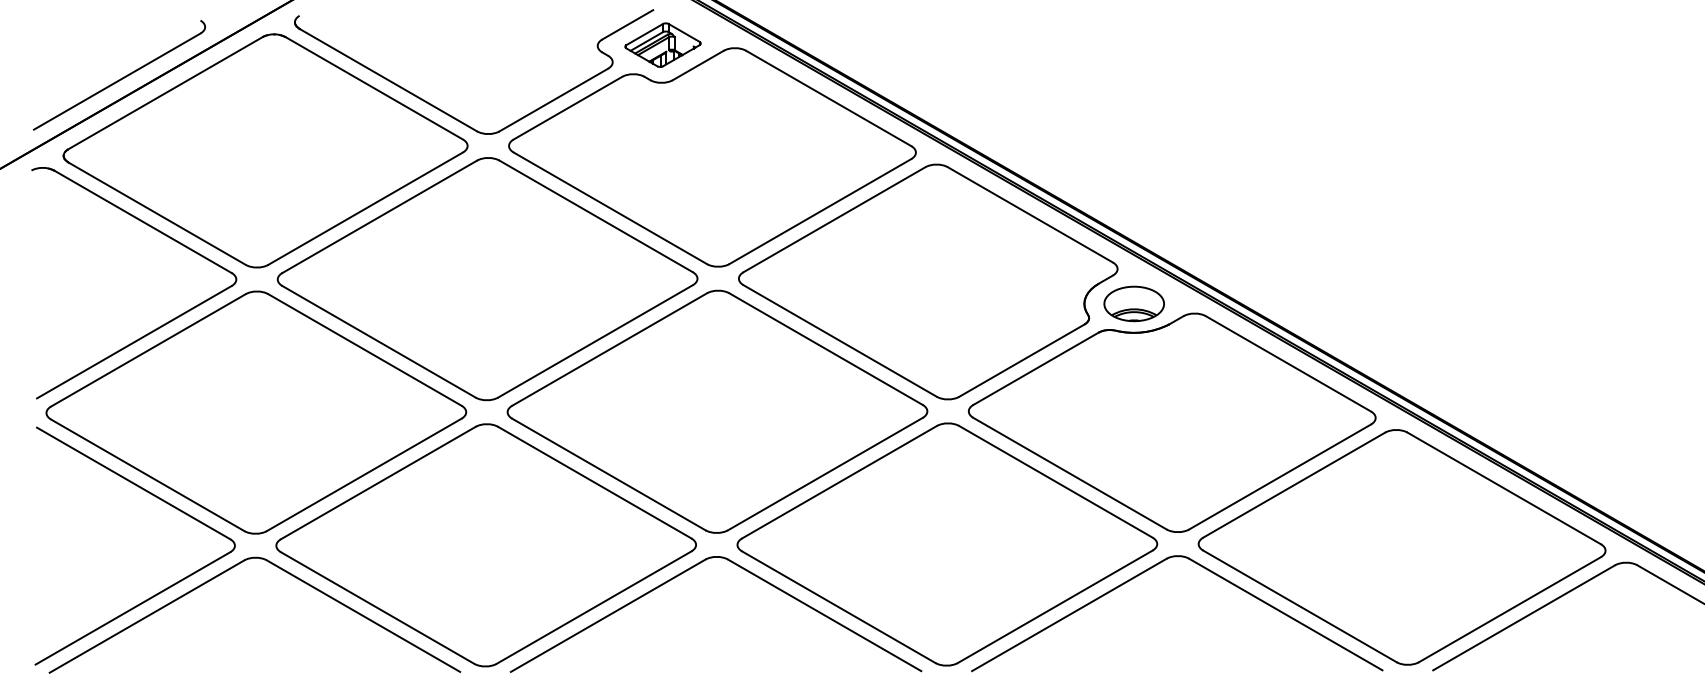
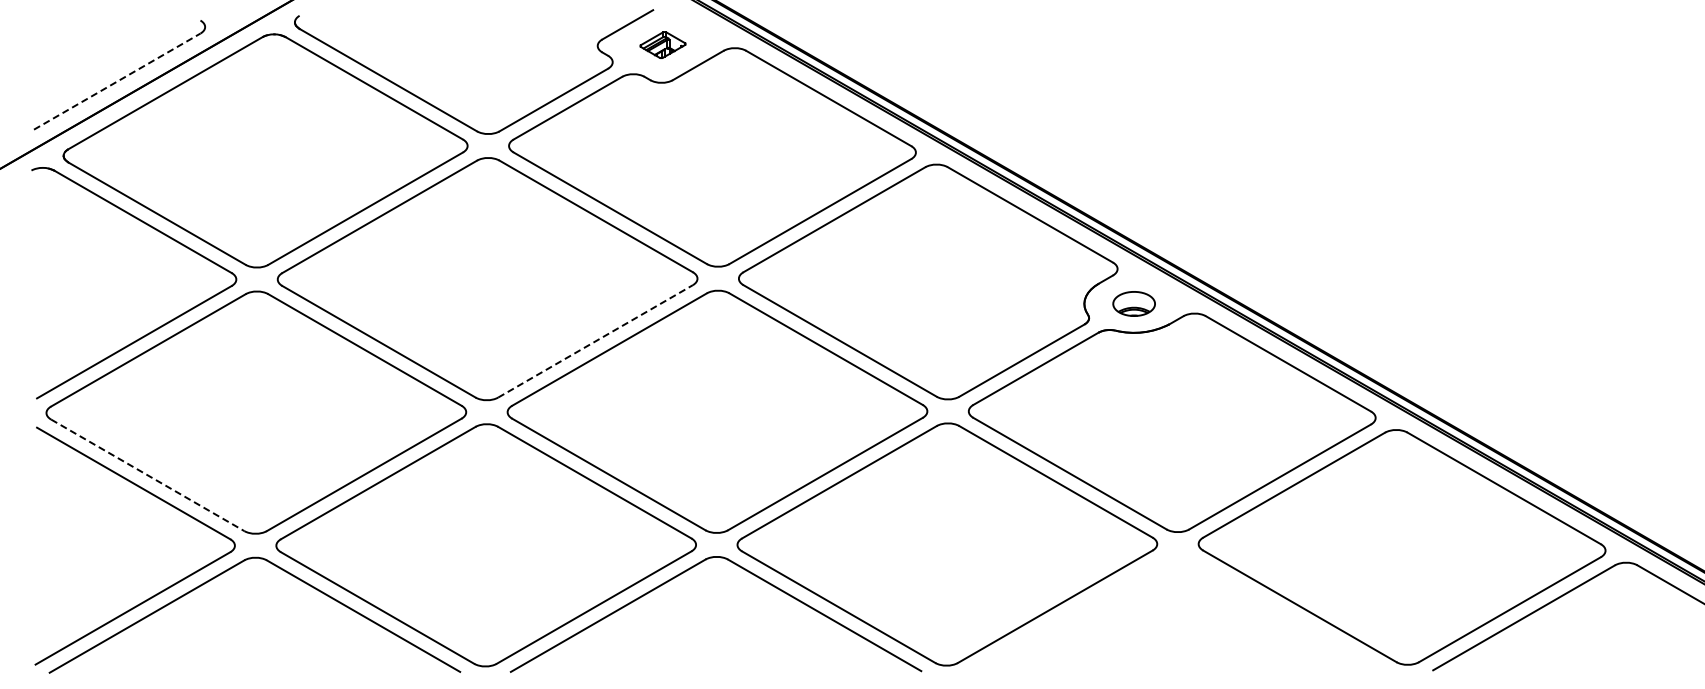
part at (662, 44) size: 78x46 px -> 48x28 px
line at (117, 81): solid -> dashed
part at (1133, 303) size: 62x38 px -> 44x26 px
line at (595, 341): solid -> dashed
line at (147, 475): solid -> dashed
part at (1150, 569): present -> none
